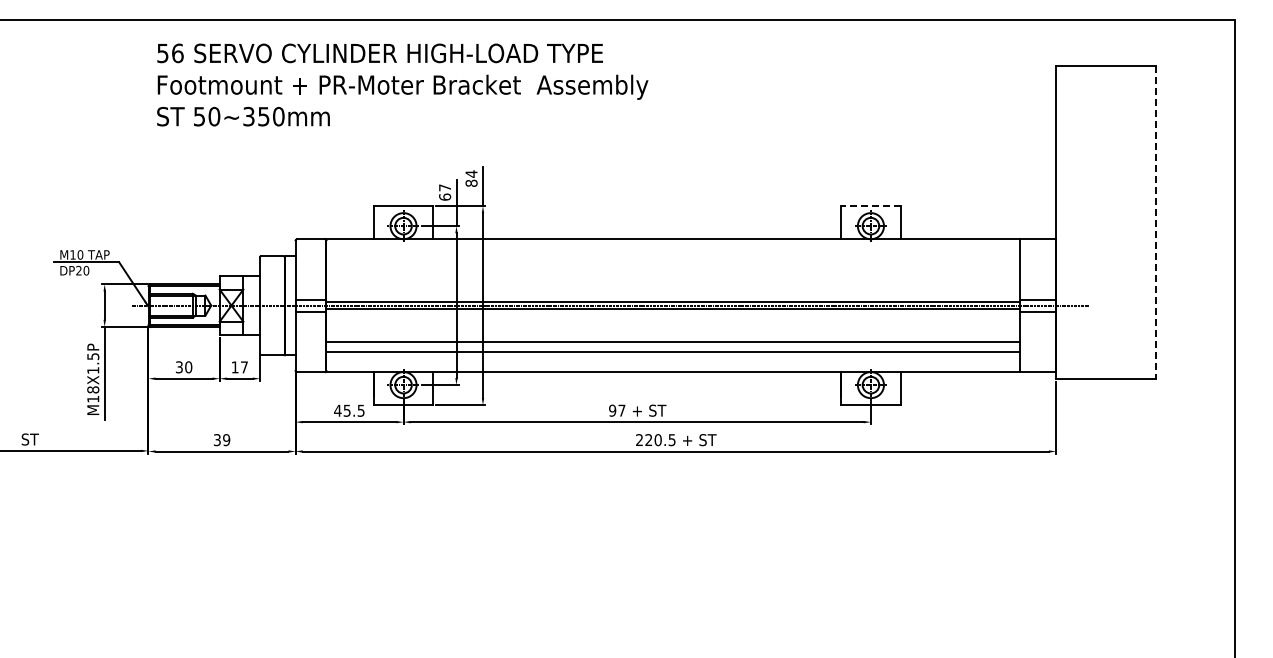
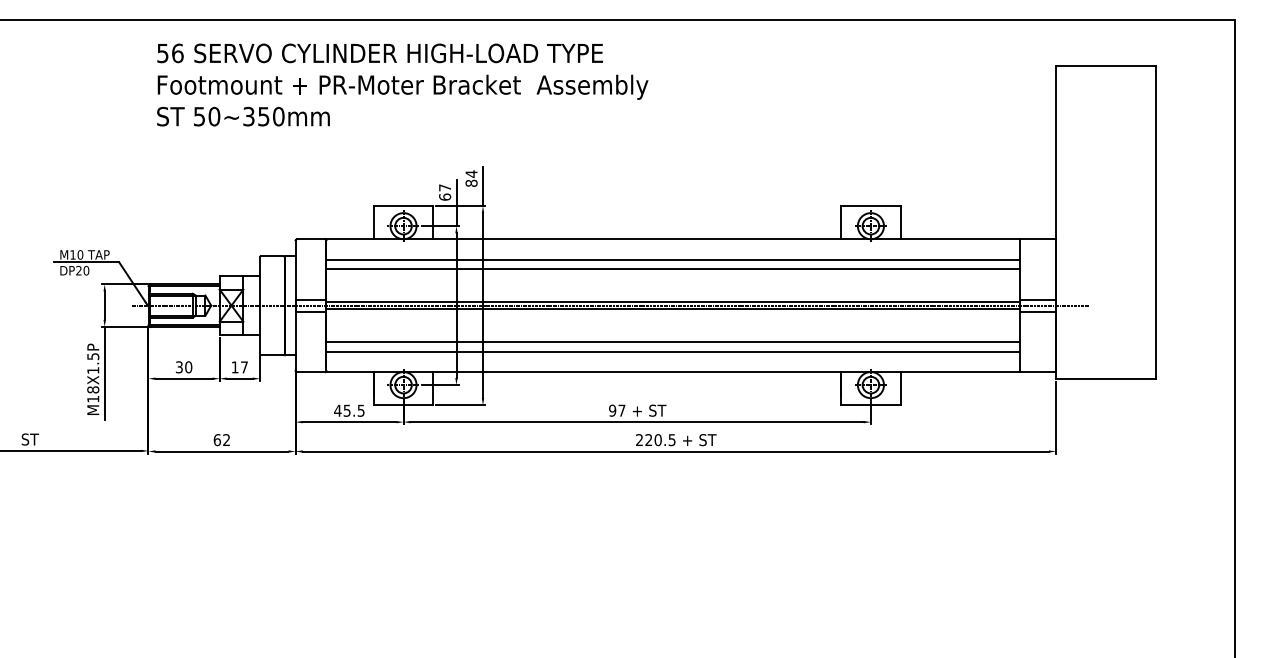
line at (870, 206): dashed -> solid
line at (1155, 222): dashed -> solid
line at (673, 259): none -> present
line at (673, 269): none -> present
text at (221, 440): 39 -> 62
